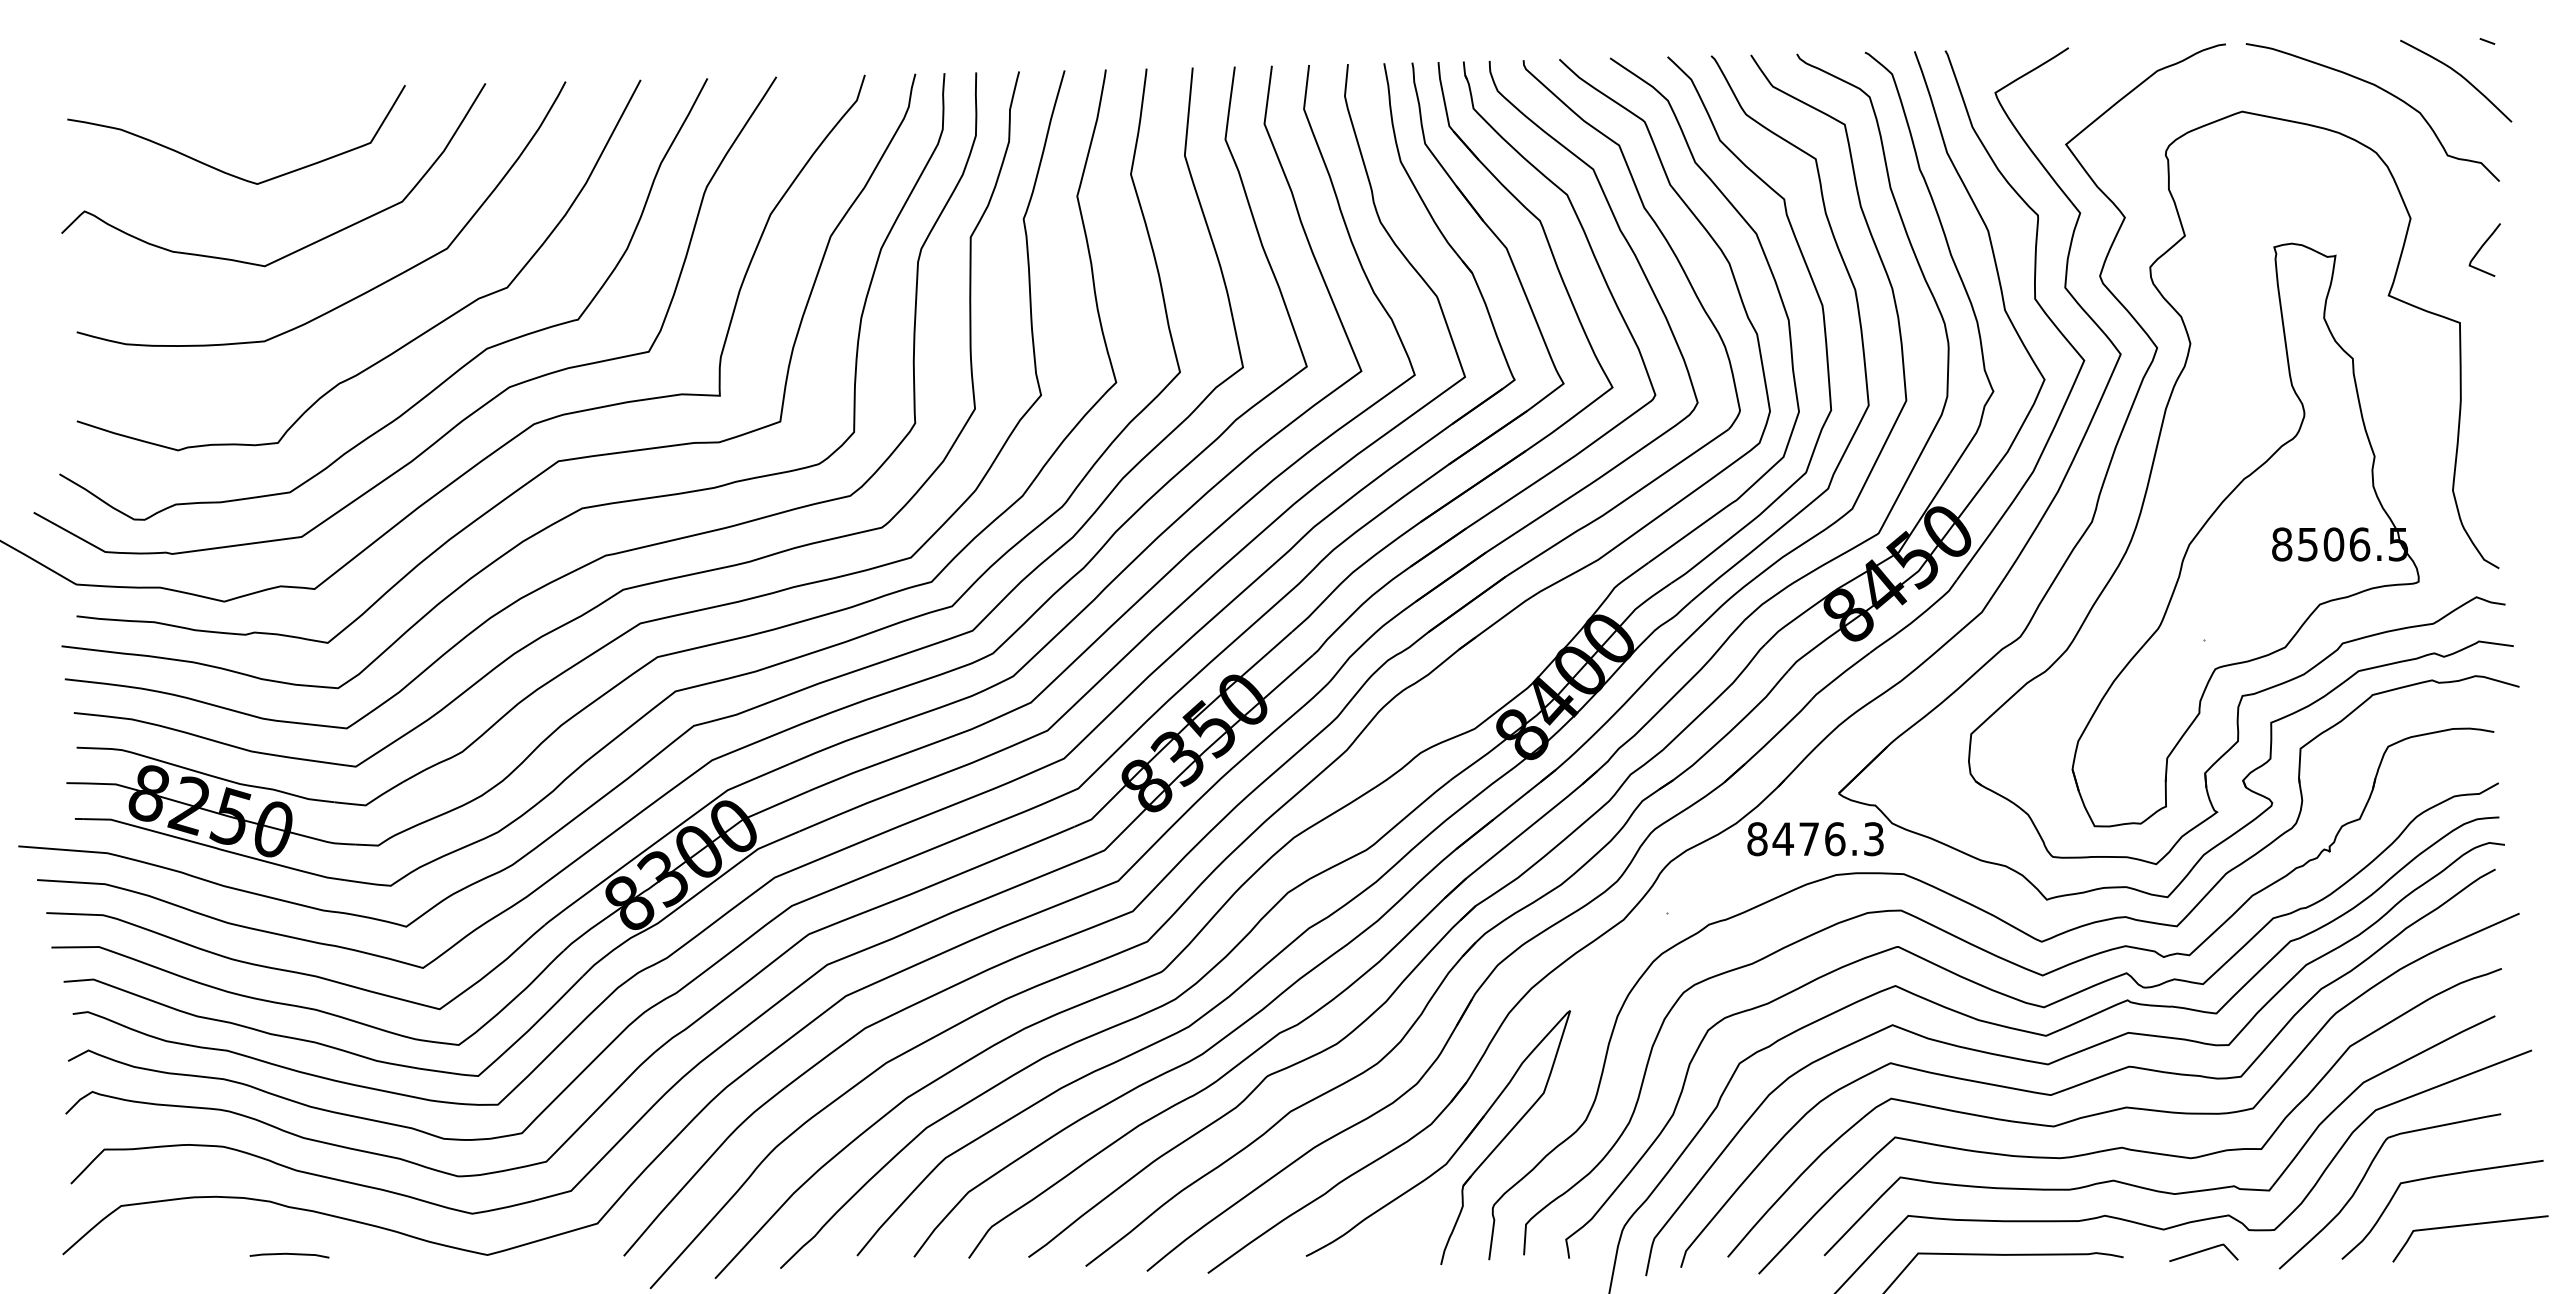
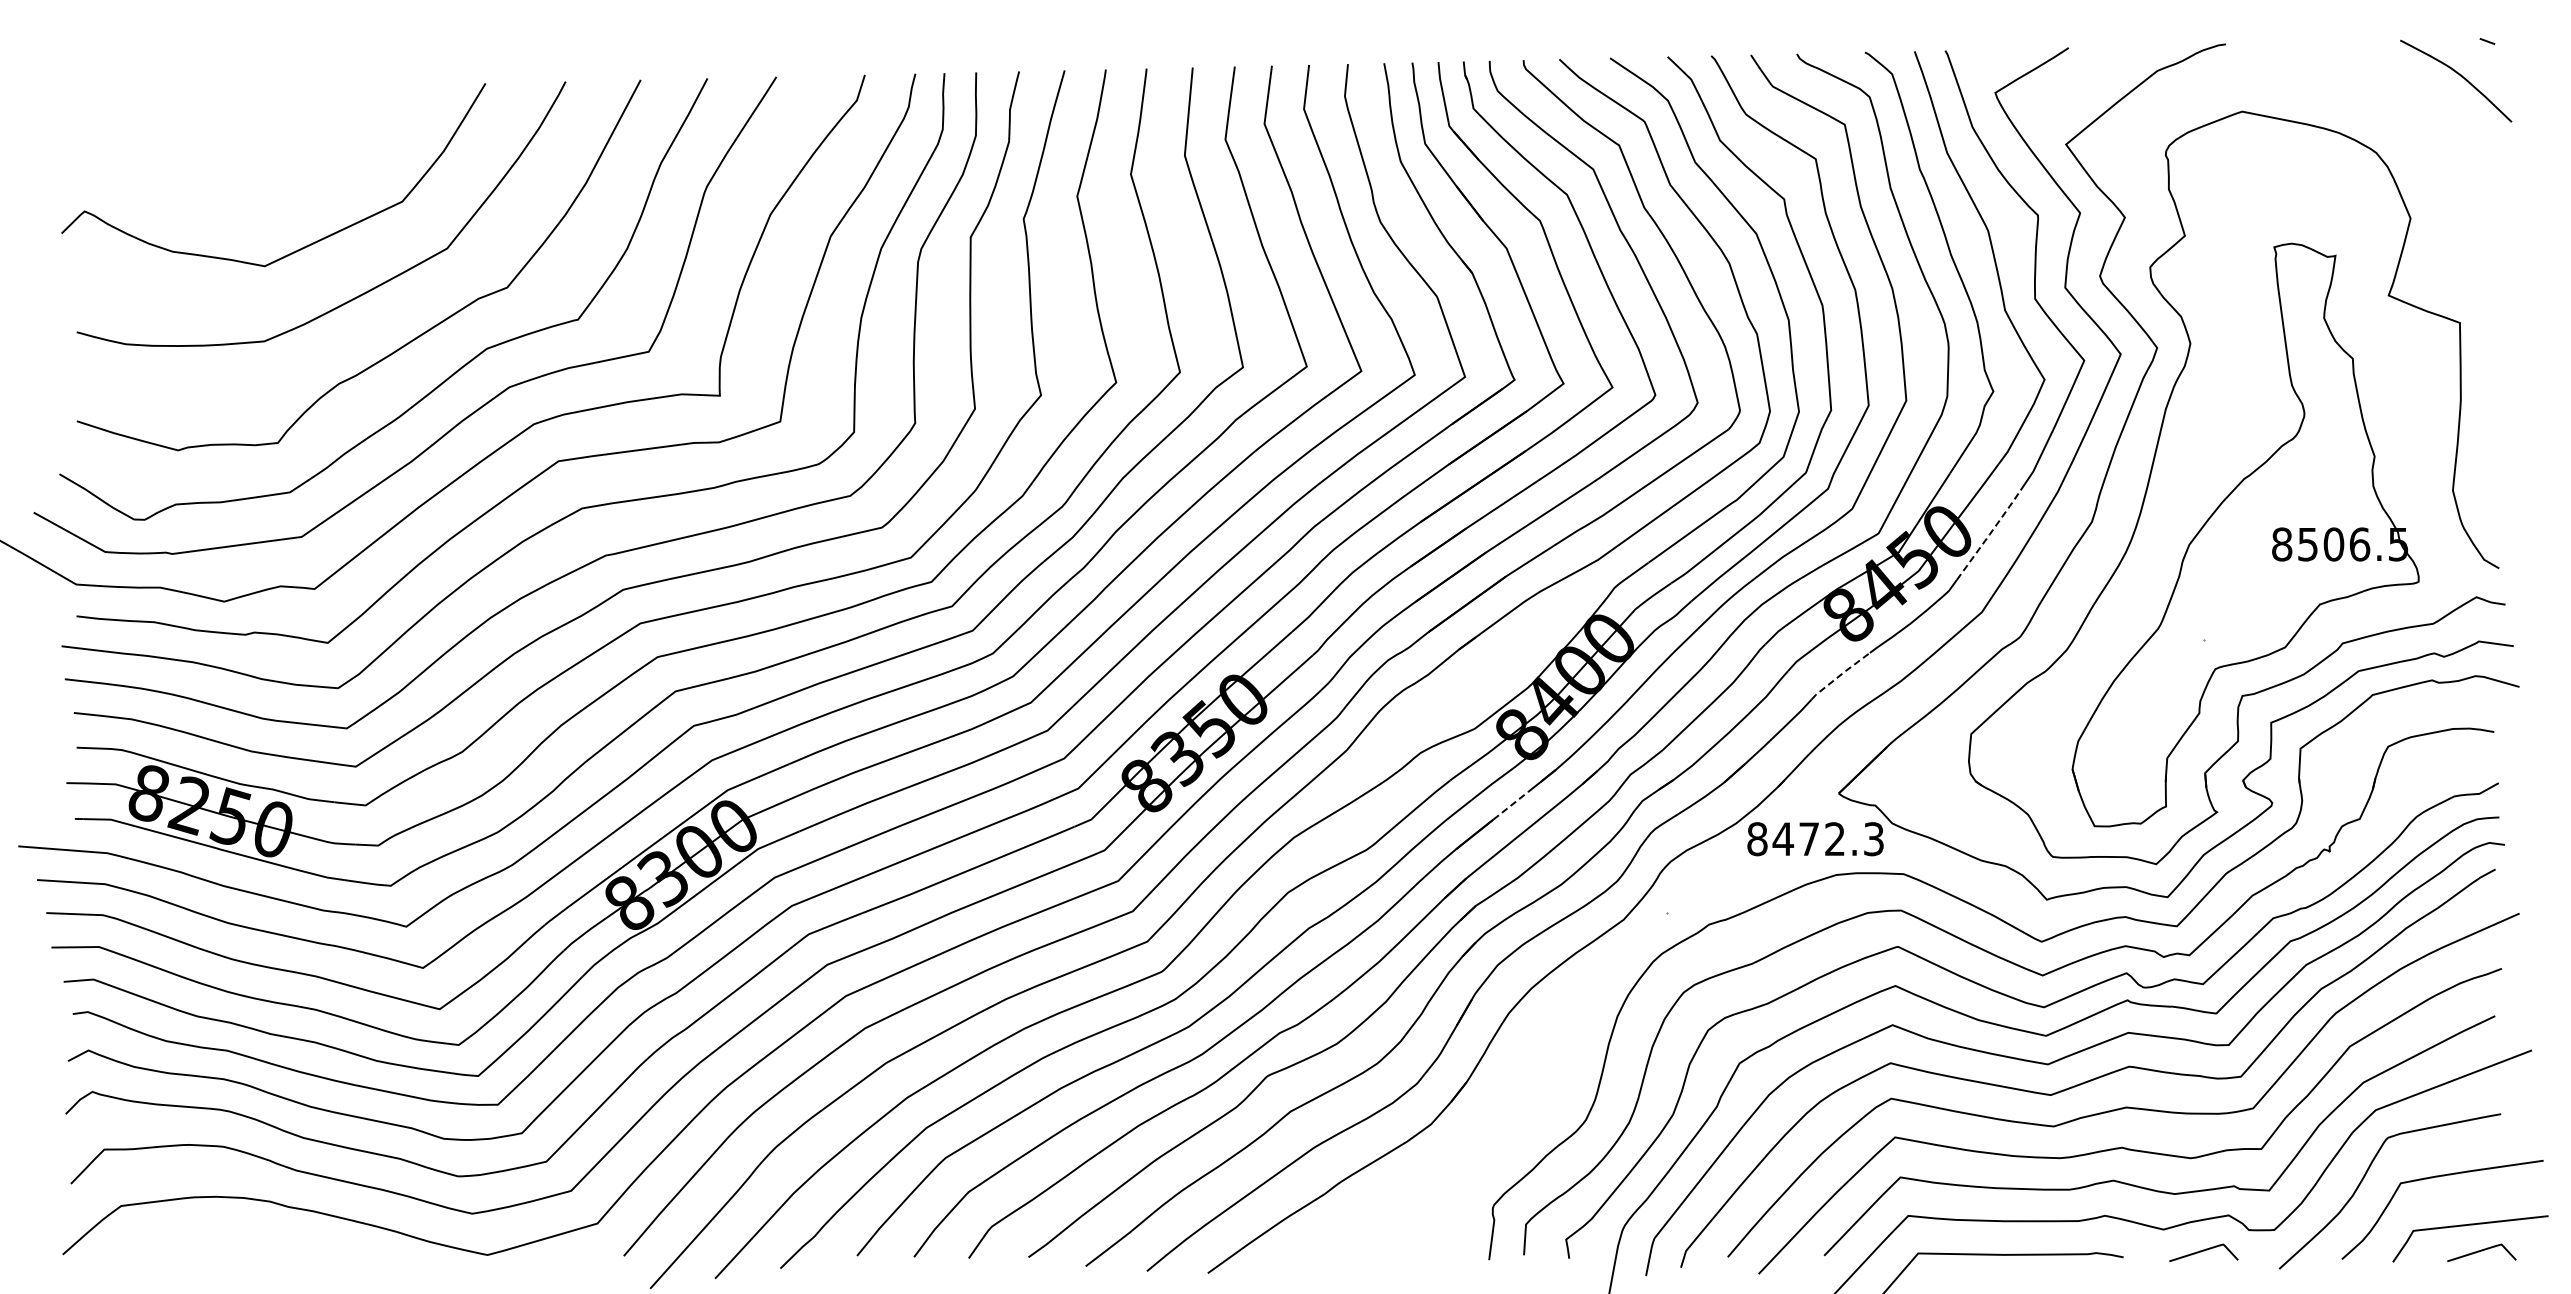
curve at (2382, 90): present -> none
curve at (220, 169): present -> none
curve at (2482, 247): present -> none
line at (1989, 534): solid -> dashed
line at (1839, 675): solid -> dashed
line at (1511, 805): solid -> dashed
text at (1835, 839): 8476.3 -> 8472.3
part at (1455, 1150): present -> none
curve at (2481, 1251): none -> present
line at (289, 1254): present -> none
